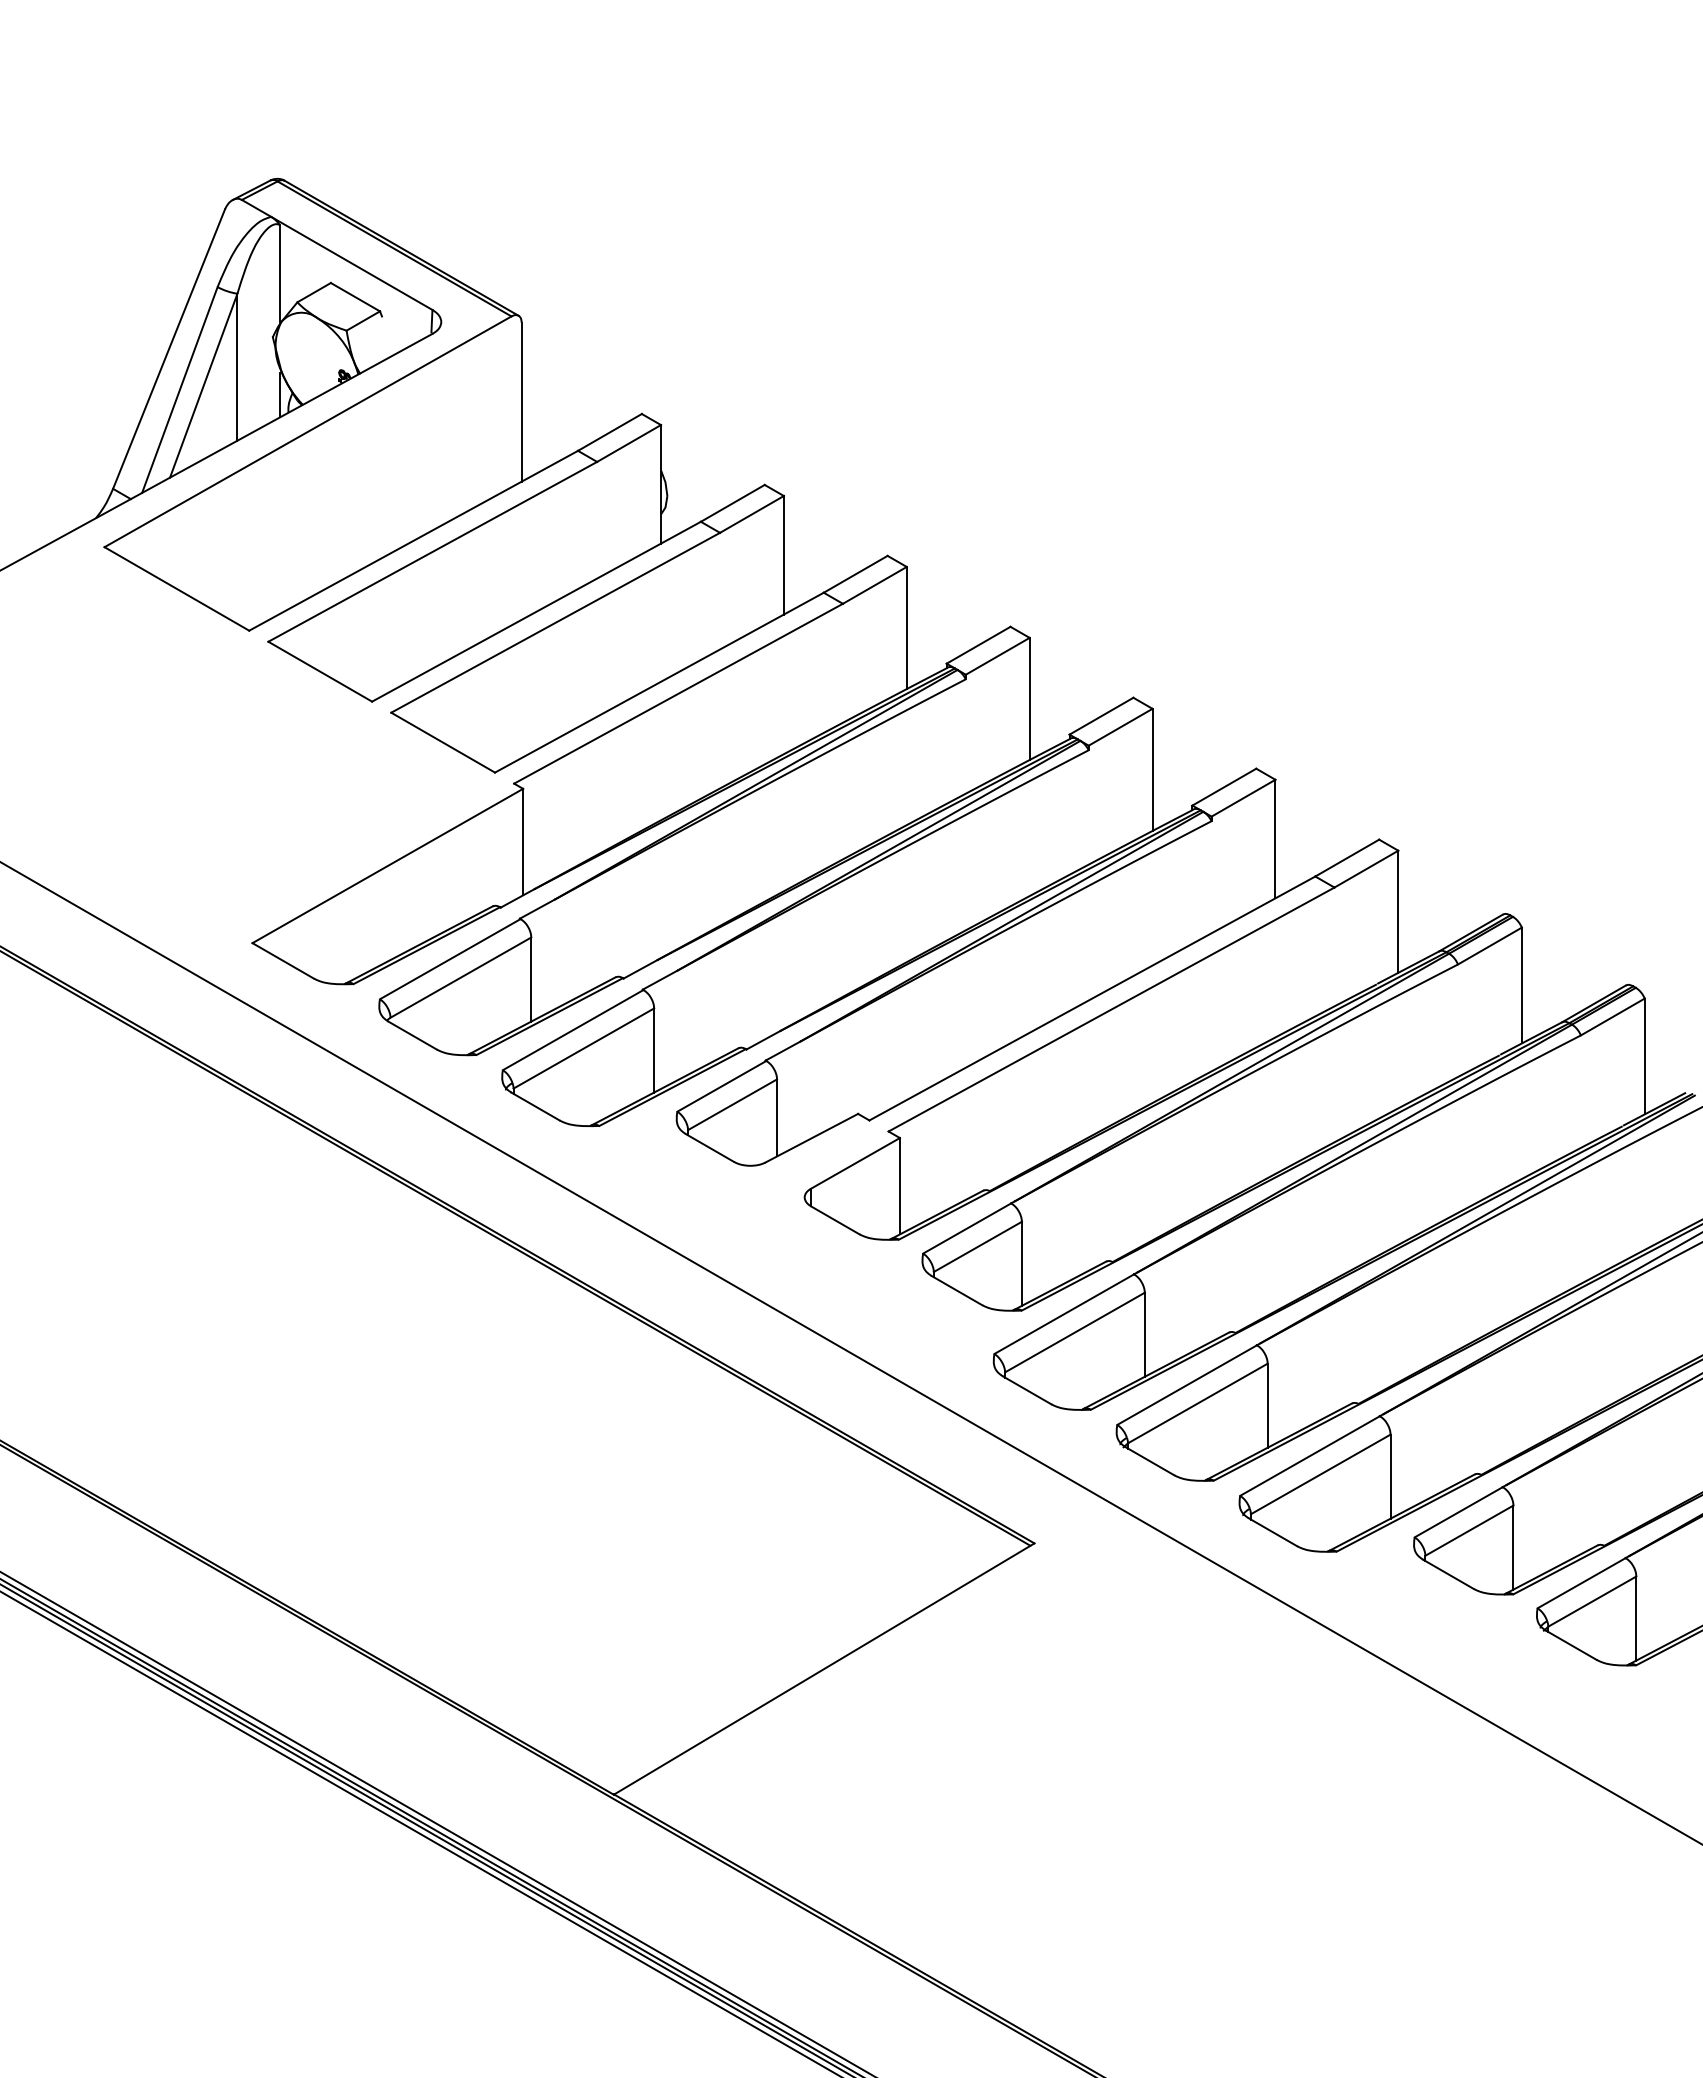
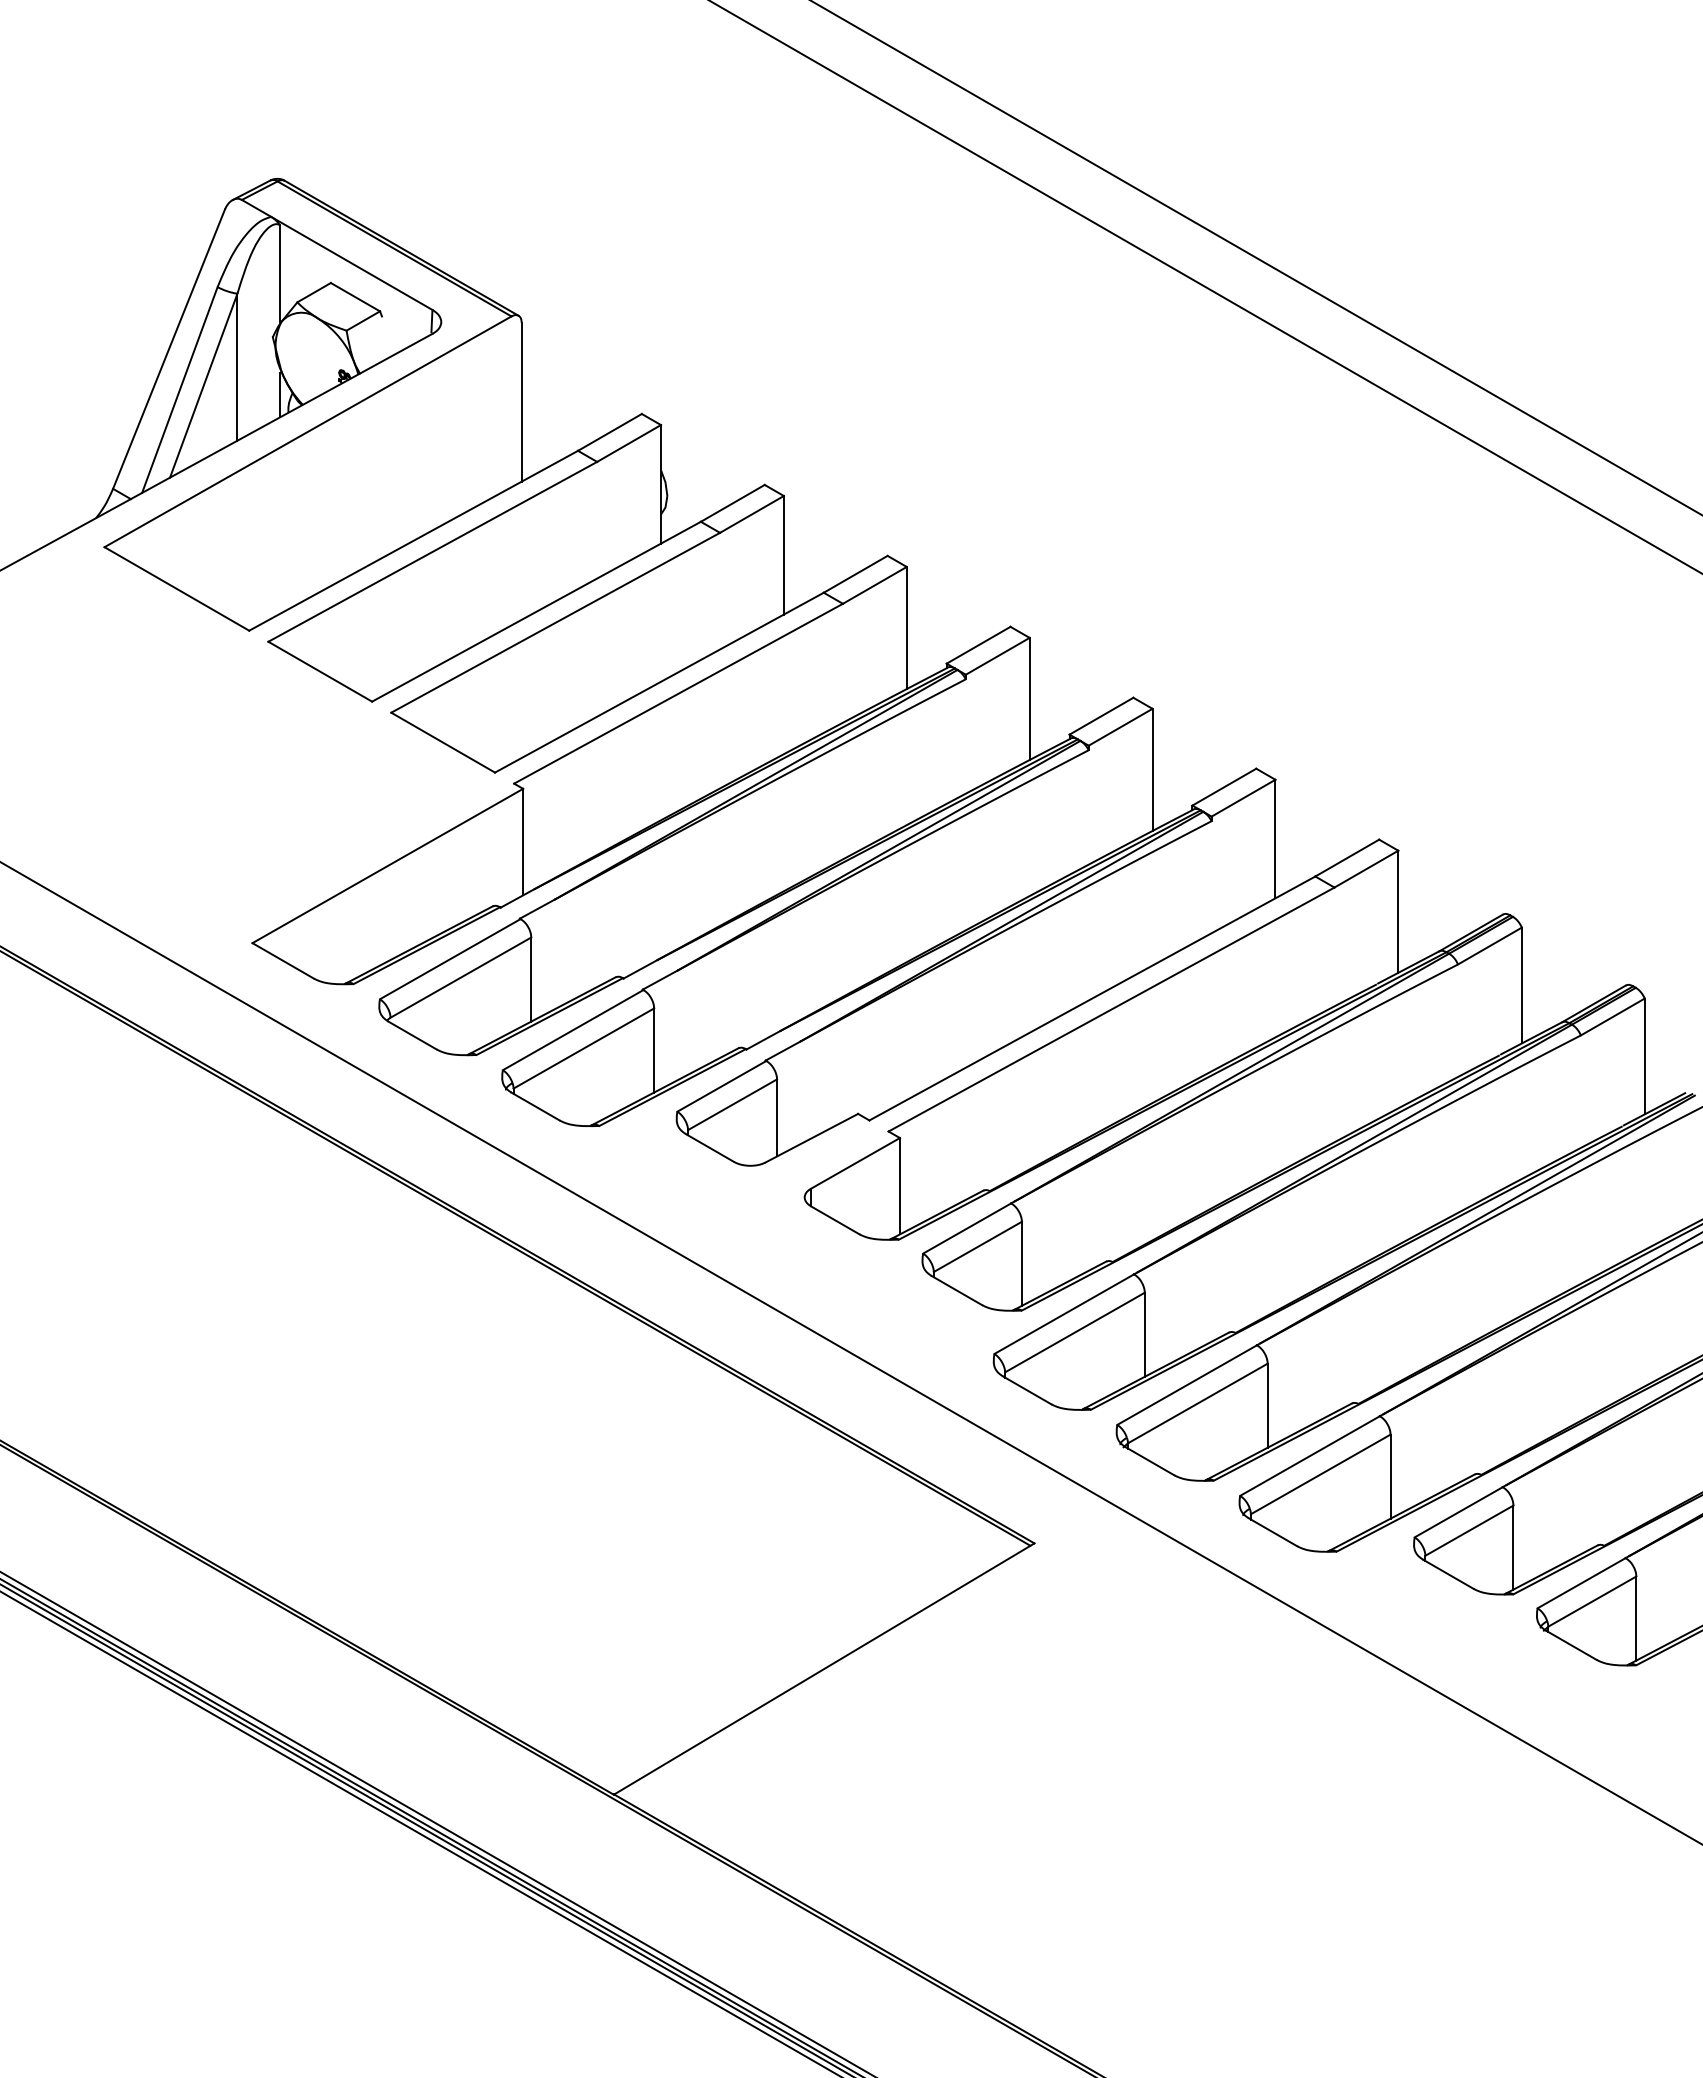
line at (1256, 257): none -> present
line at (1205, 287): none -> present
